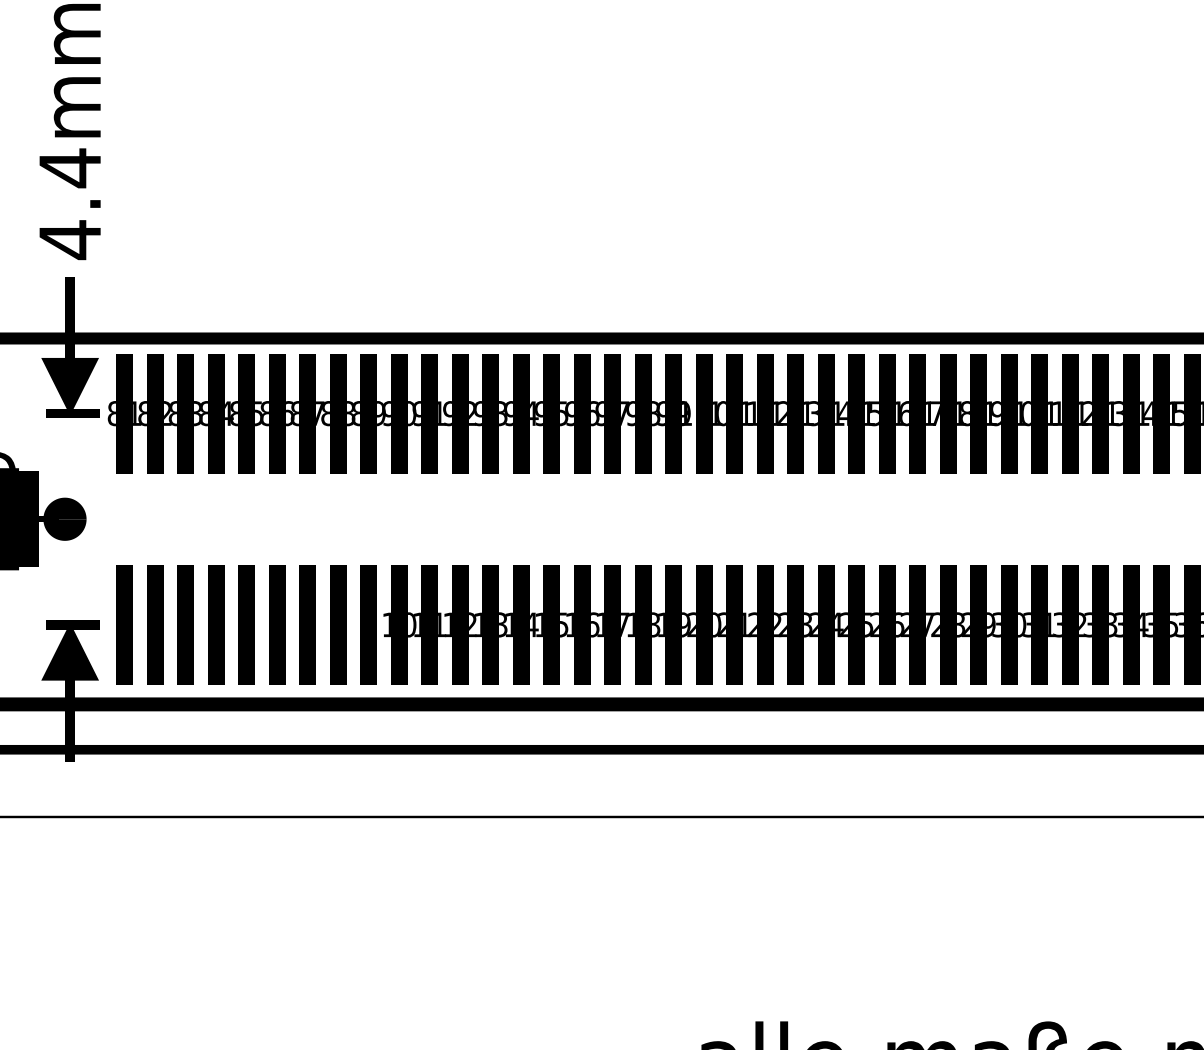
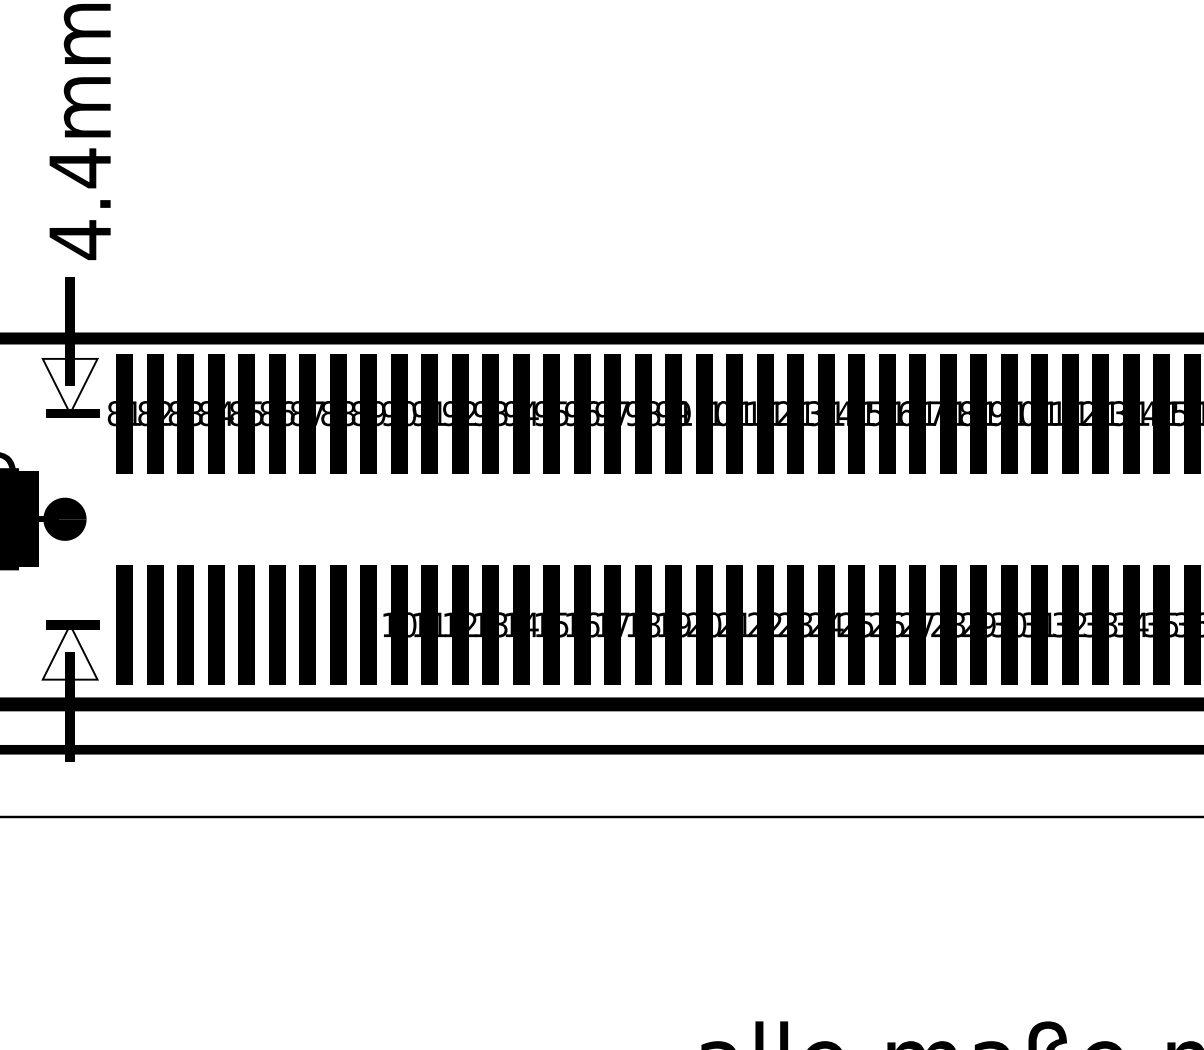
text at (69, 132) position: (69, 132) -> (79, 132)
fill at (69, 385): present -> none
fill at (69, 651): present -> none
